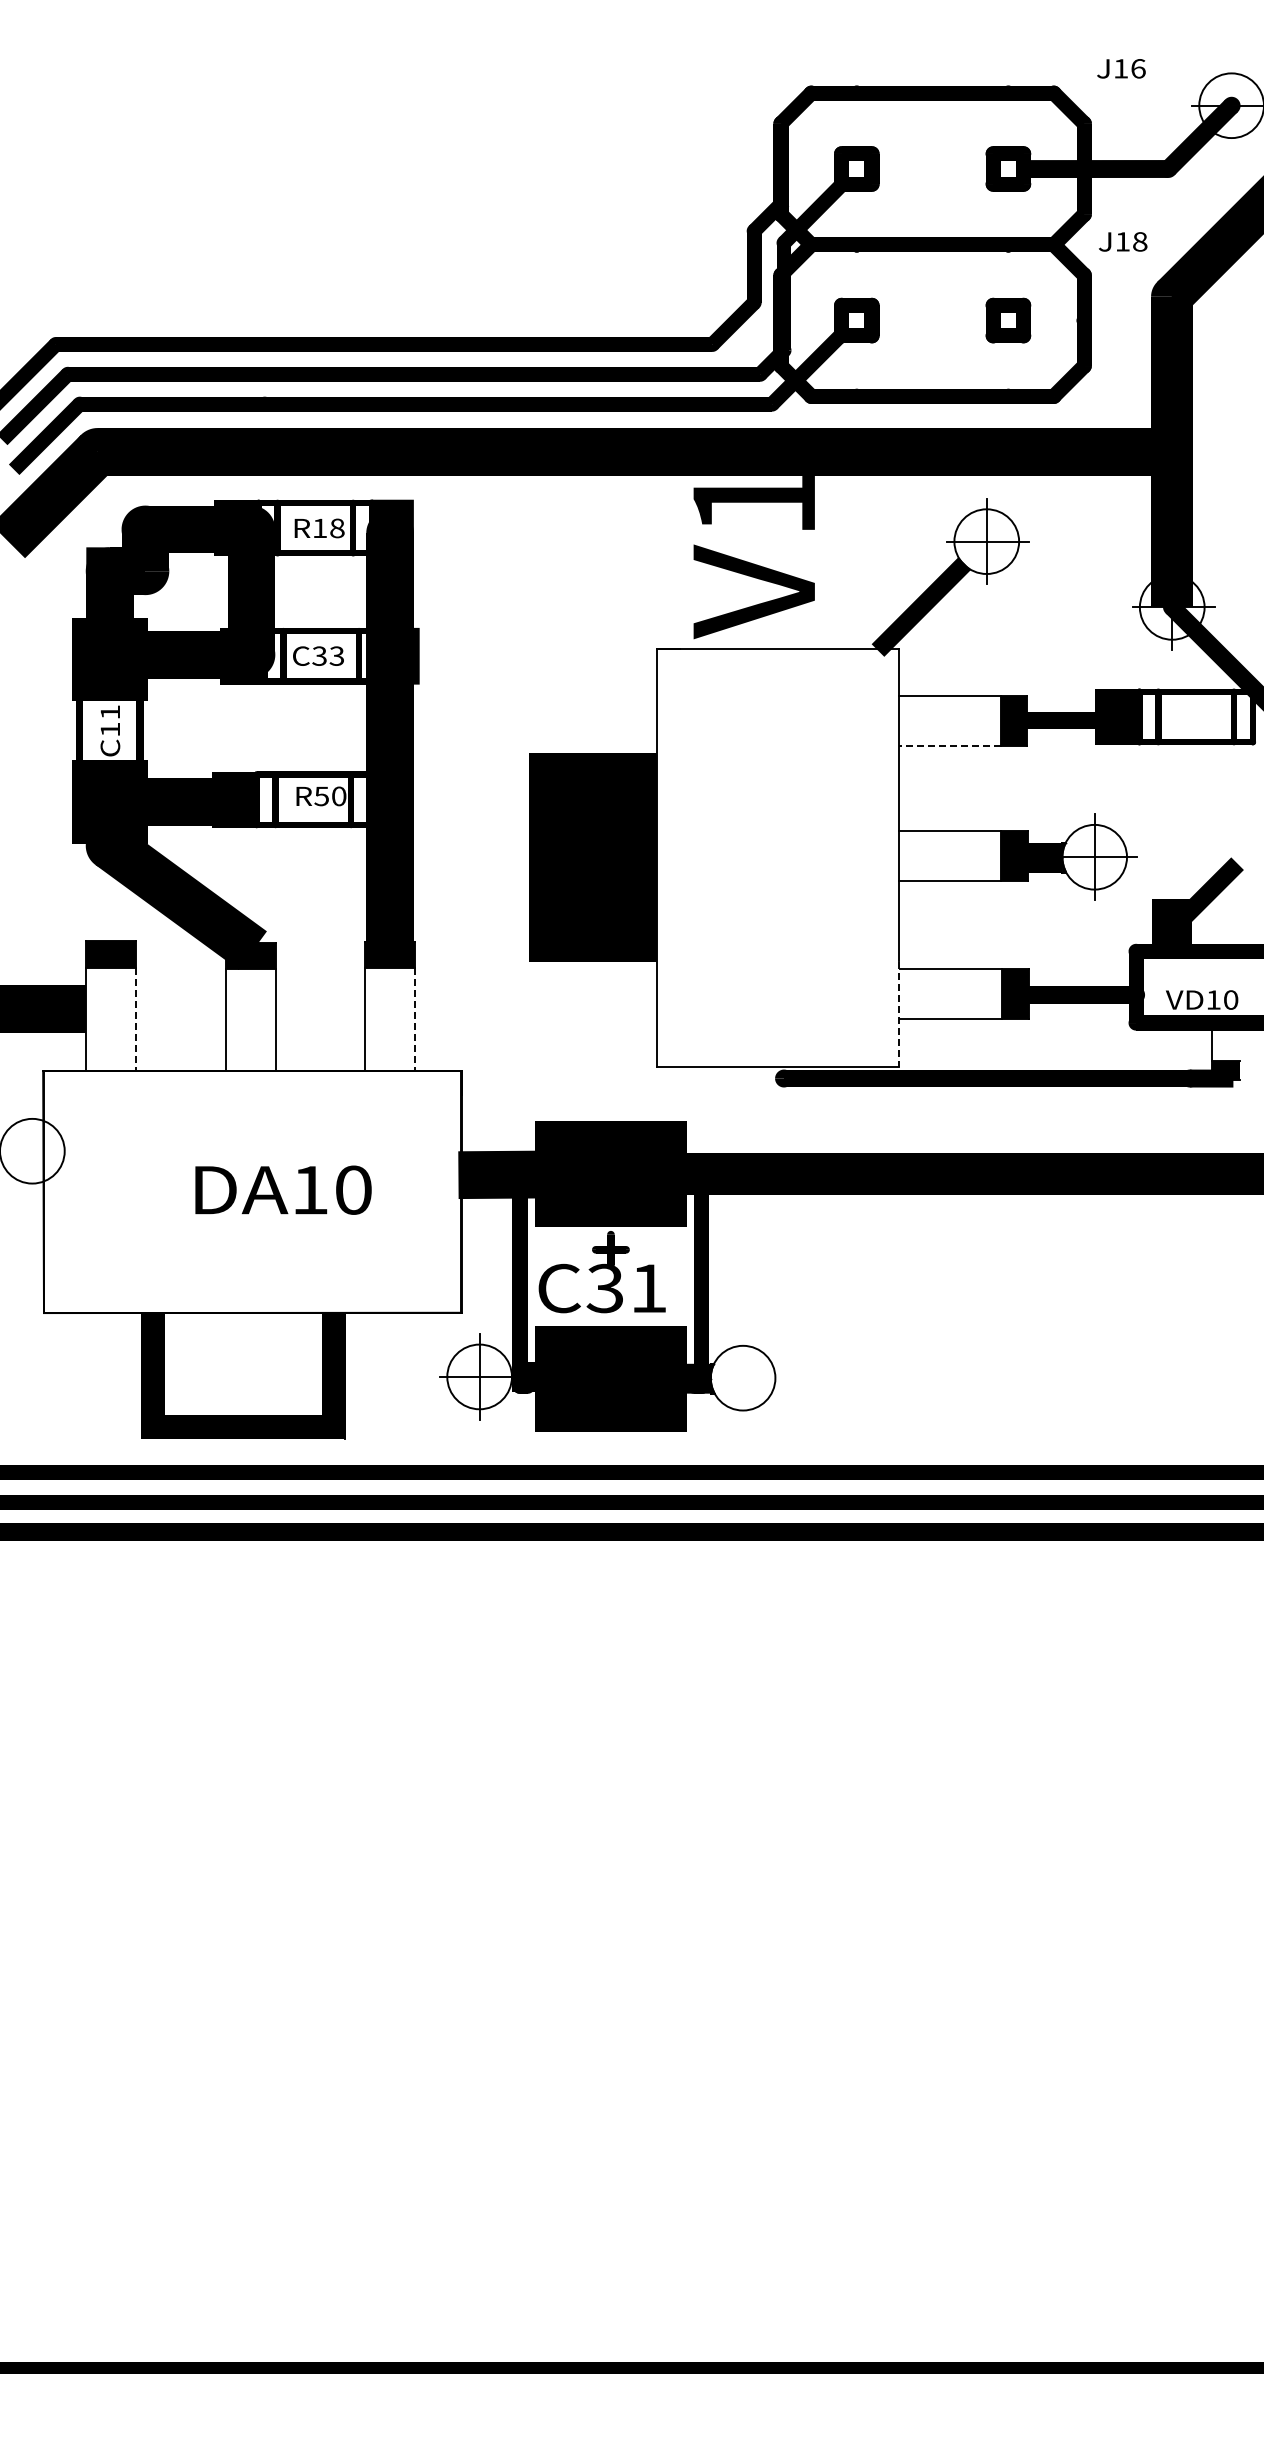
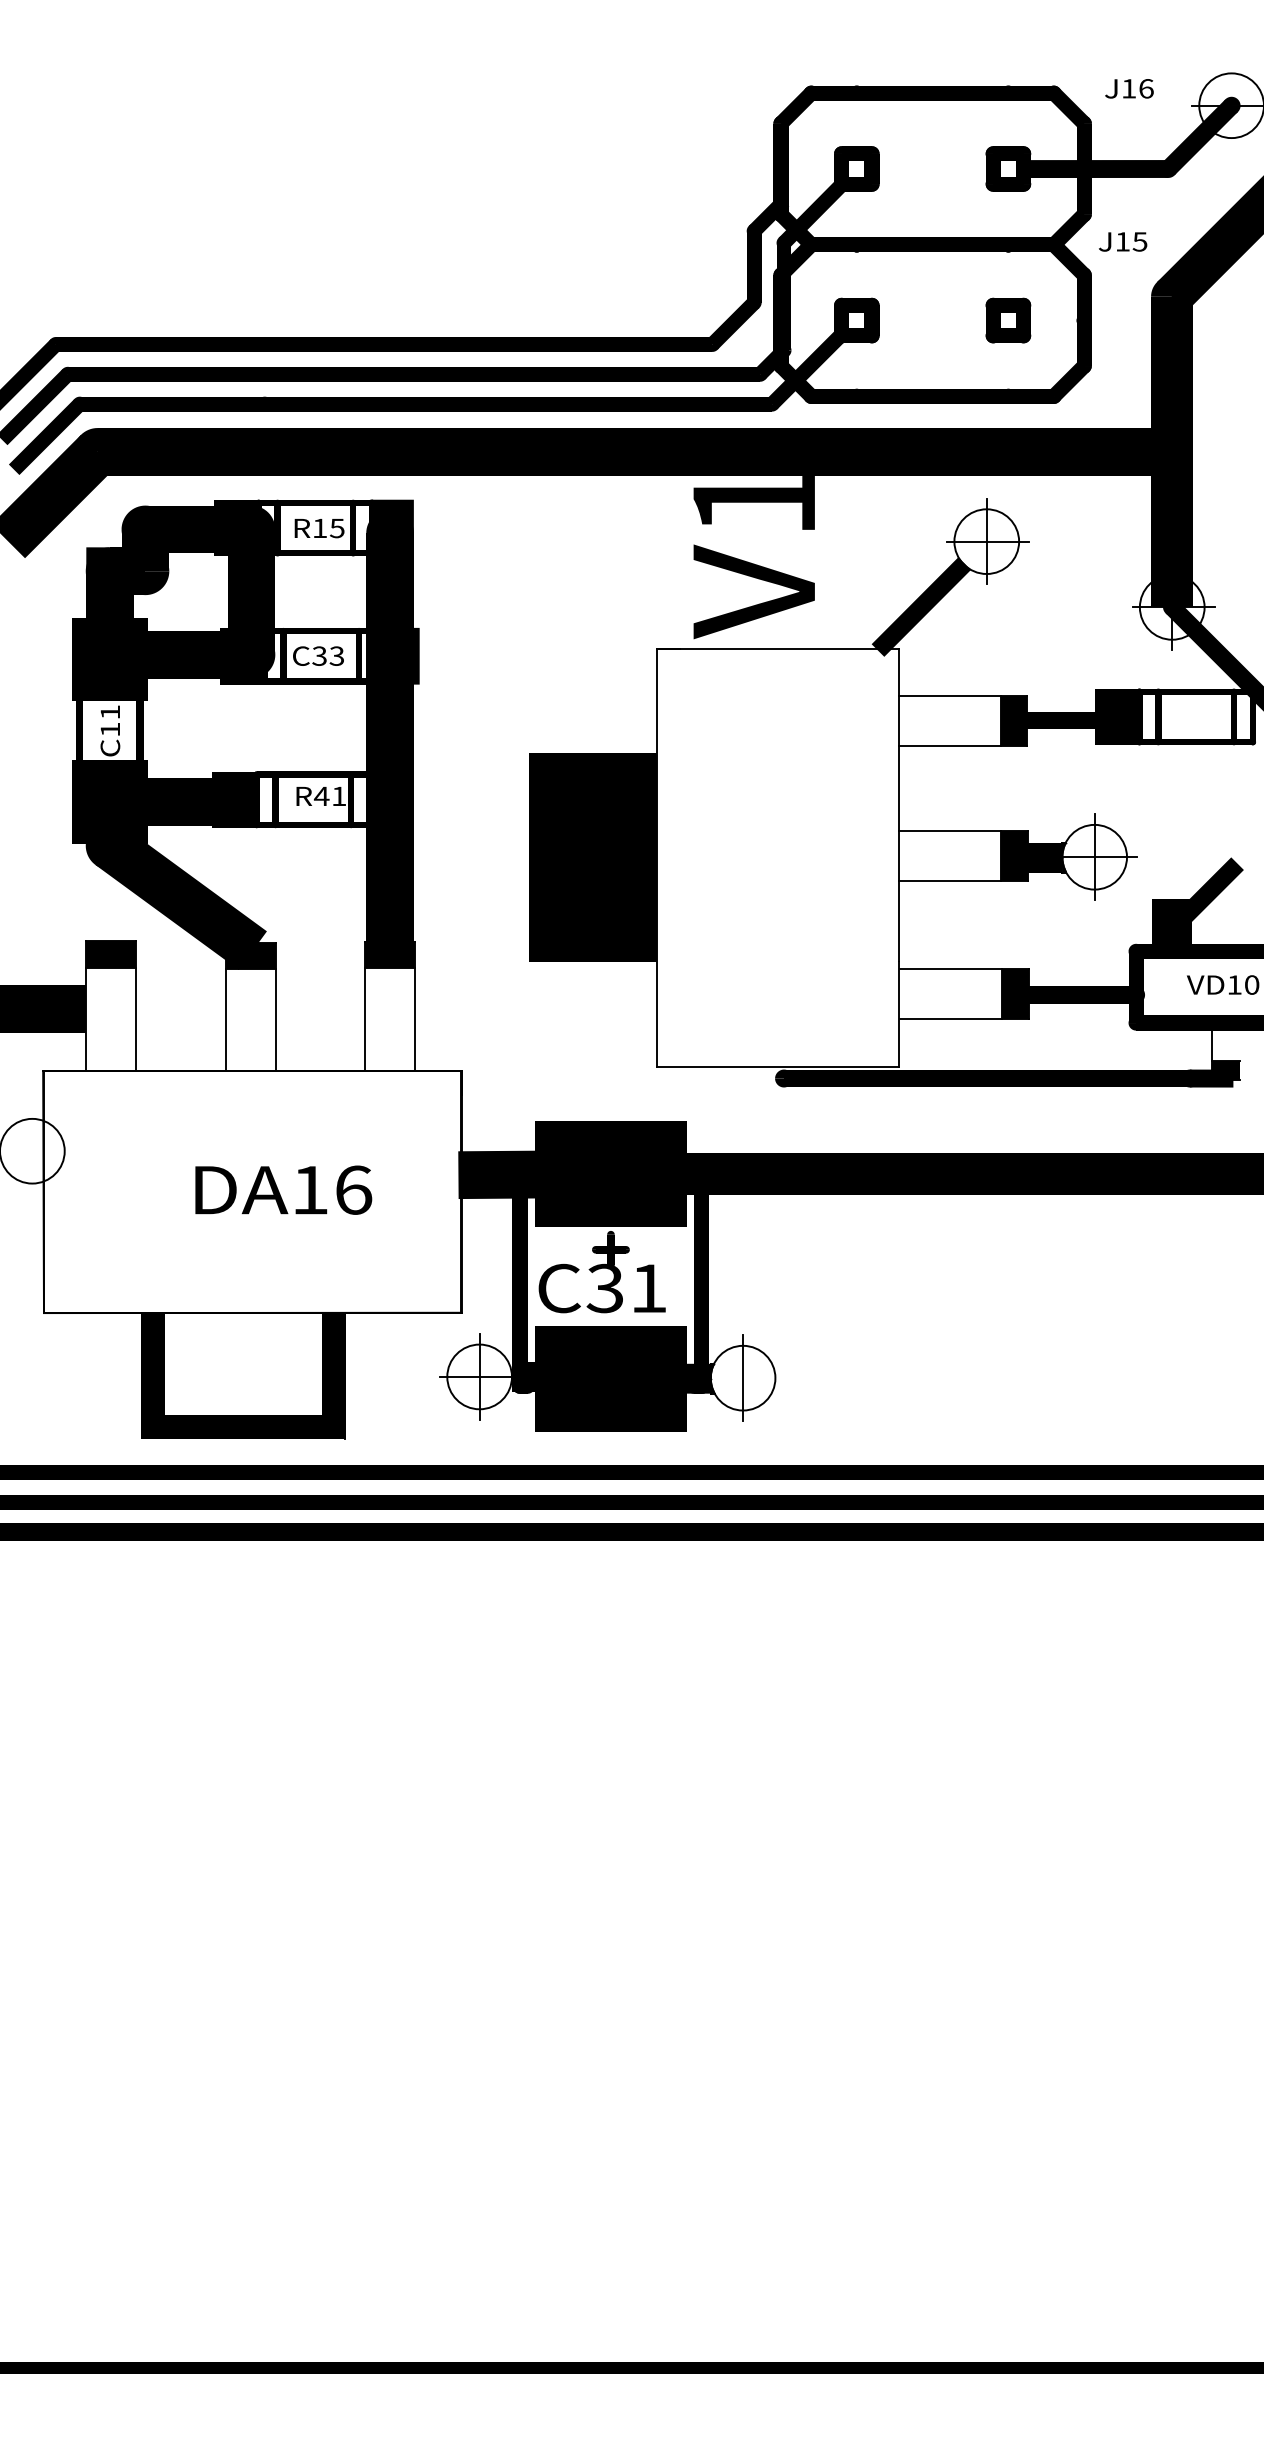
text at (1121, 68) position: (1121, 68) -> (1129, 88)
text at (1139, 241): J18 -> J15
text at (336, 528): R18 -> R15
line at (950, 745): dashed -> solid
text at (329, 796): R50 -> R41
text at (1202, 999) position: (1202, 999) -> (1223, 984)
line at (898, 1014): dashed -> solid
line at (136, 1018): dashed -> solid
line at (415, 1018): dashed -> solid
text at (354, 1189): DA10 -> DA16
line at (743, 1377): none -> present
